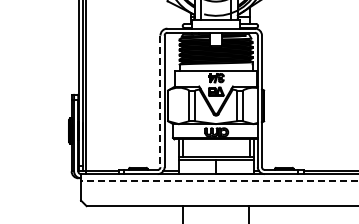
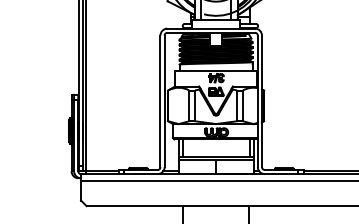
line at (160, 101): dashed -> solid
line at (219, 181): dashed -> solid
